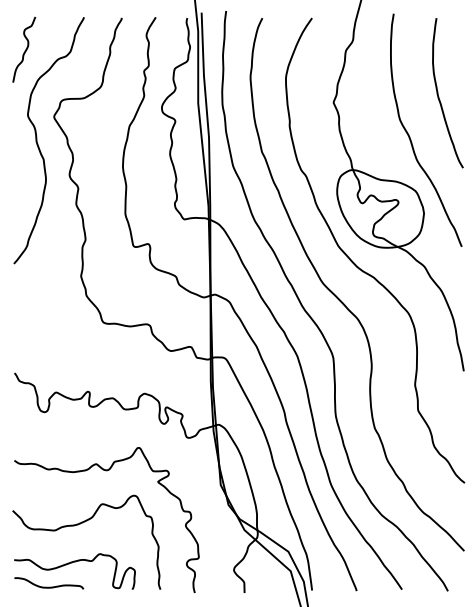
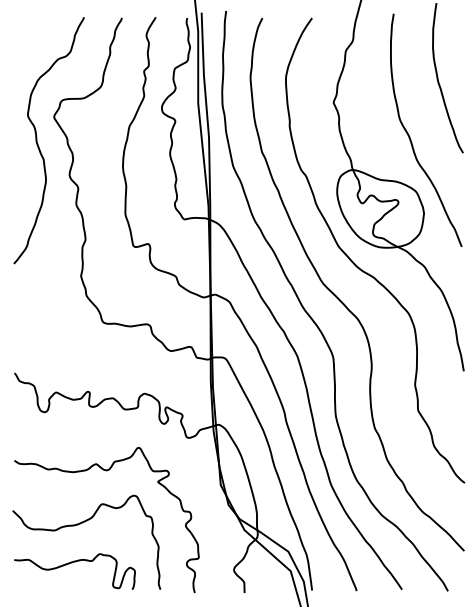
curve at (25, 49): present -> none
curve at (439, 96) position: (439, 96) -> (439, 81)
curve at (49, 586): present -> none
